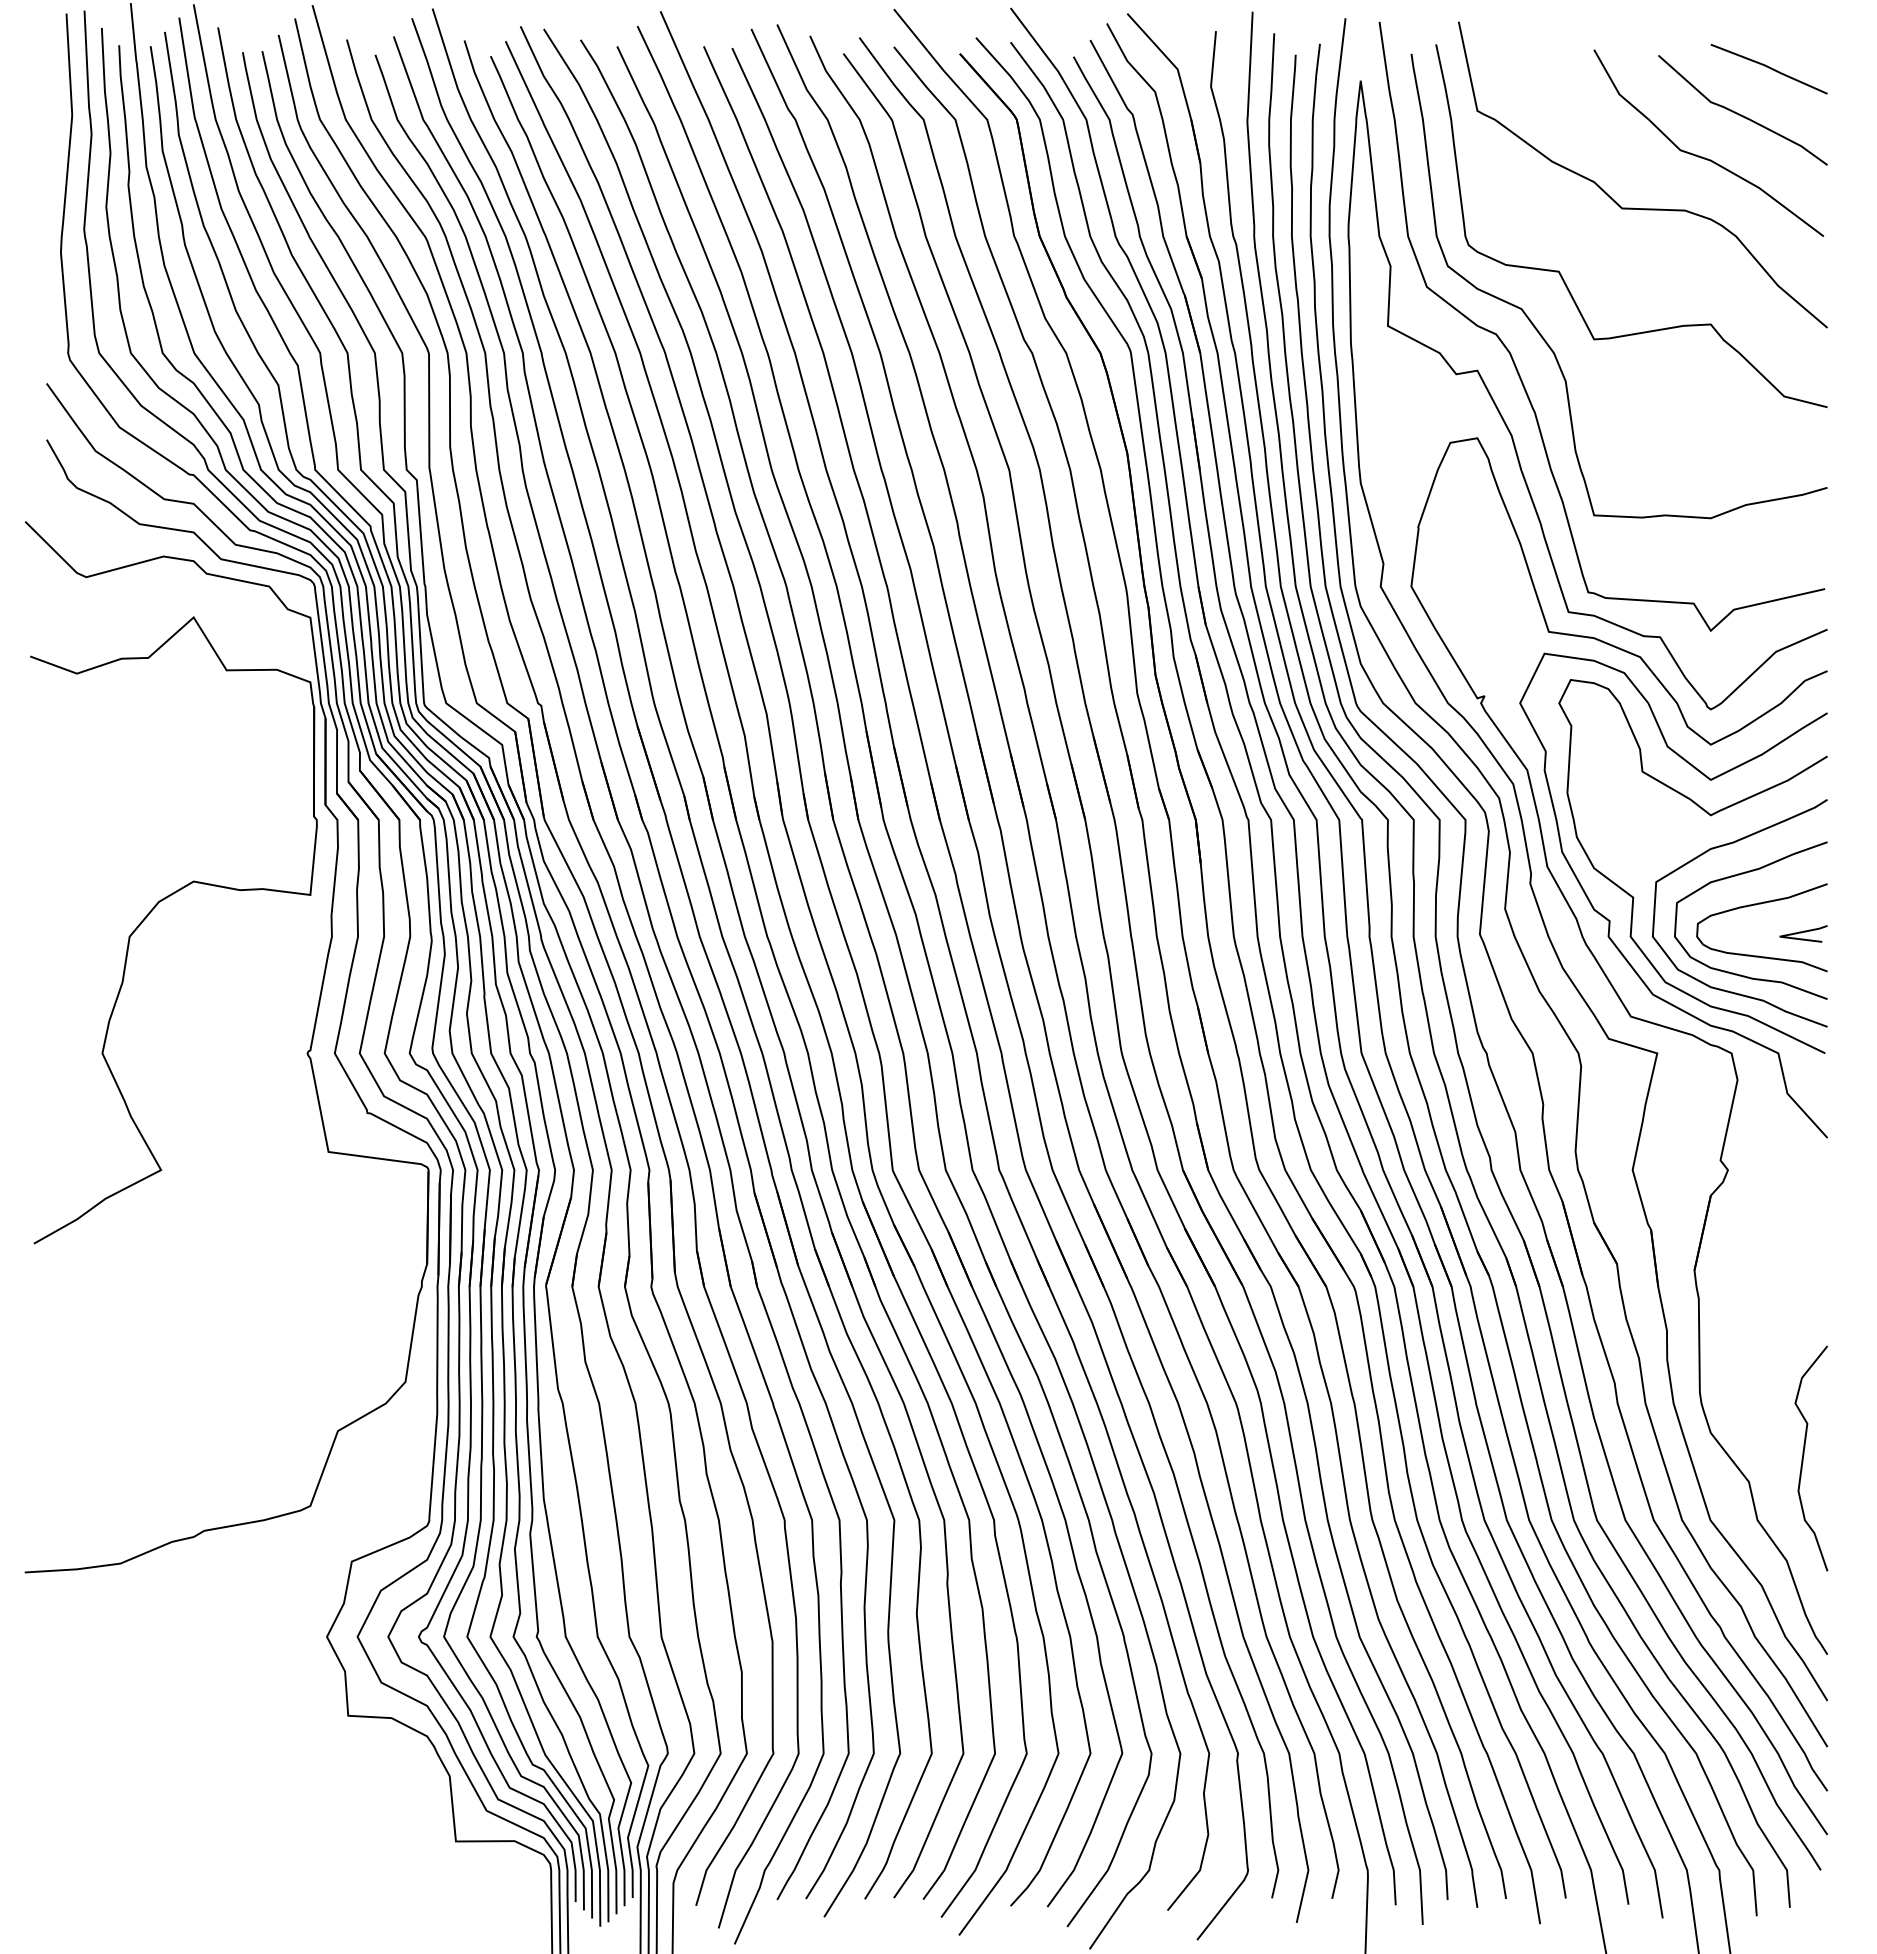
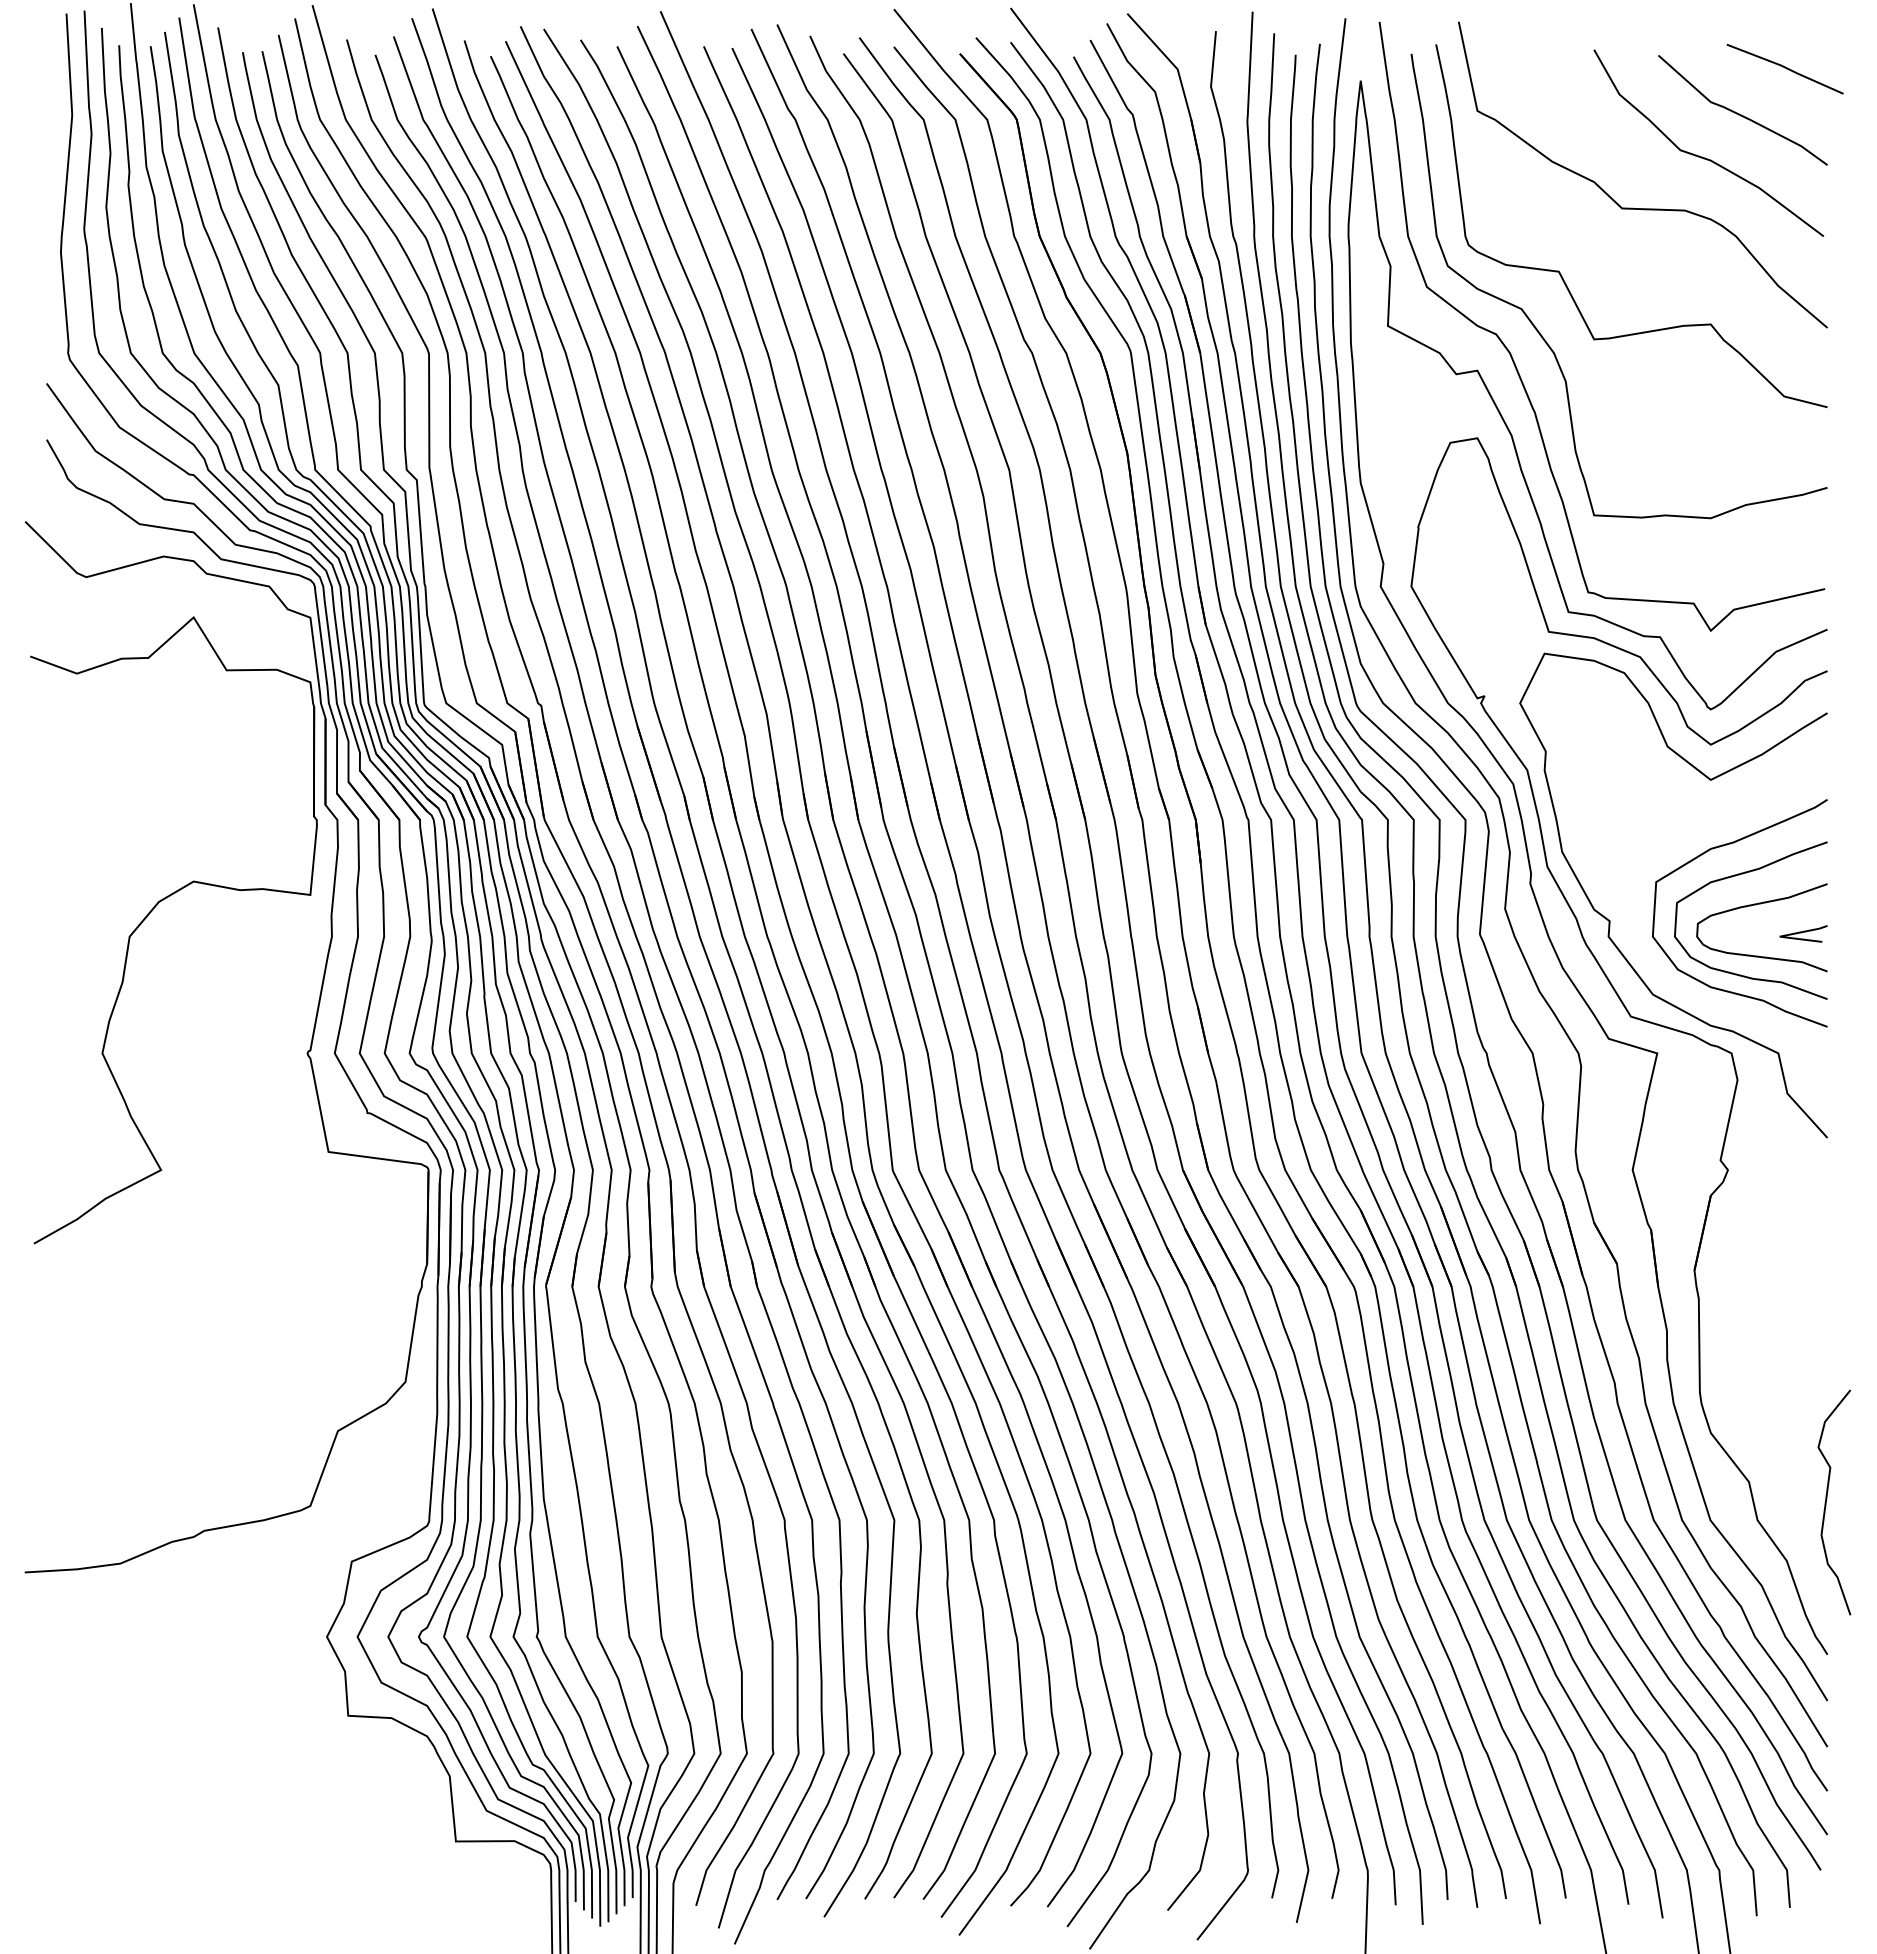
line at (1768, 68) position: (1768, 68) -> (1784, 68)
curve at (1710, 816): present -> none
curve at (1804, 1455) position: (1804, 1455) -> (1827, 1499)
